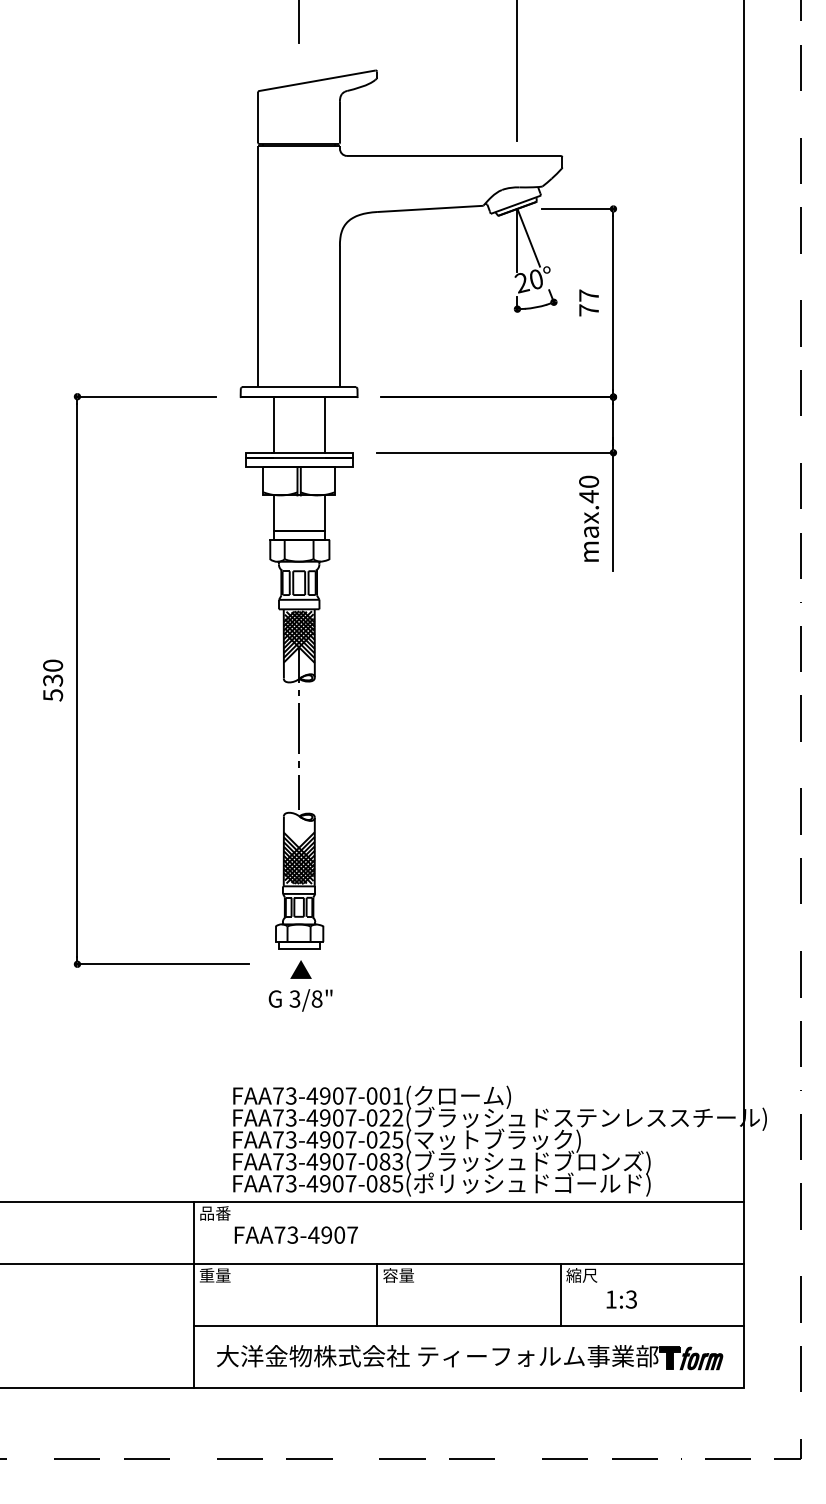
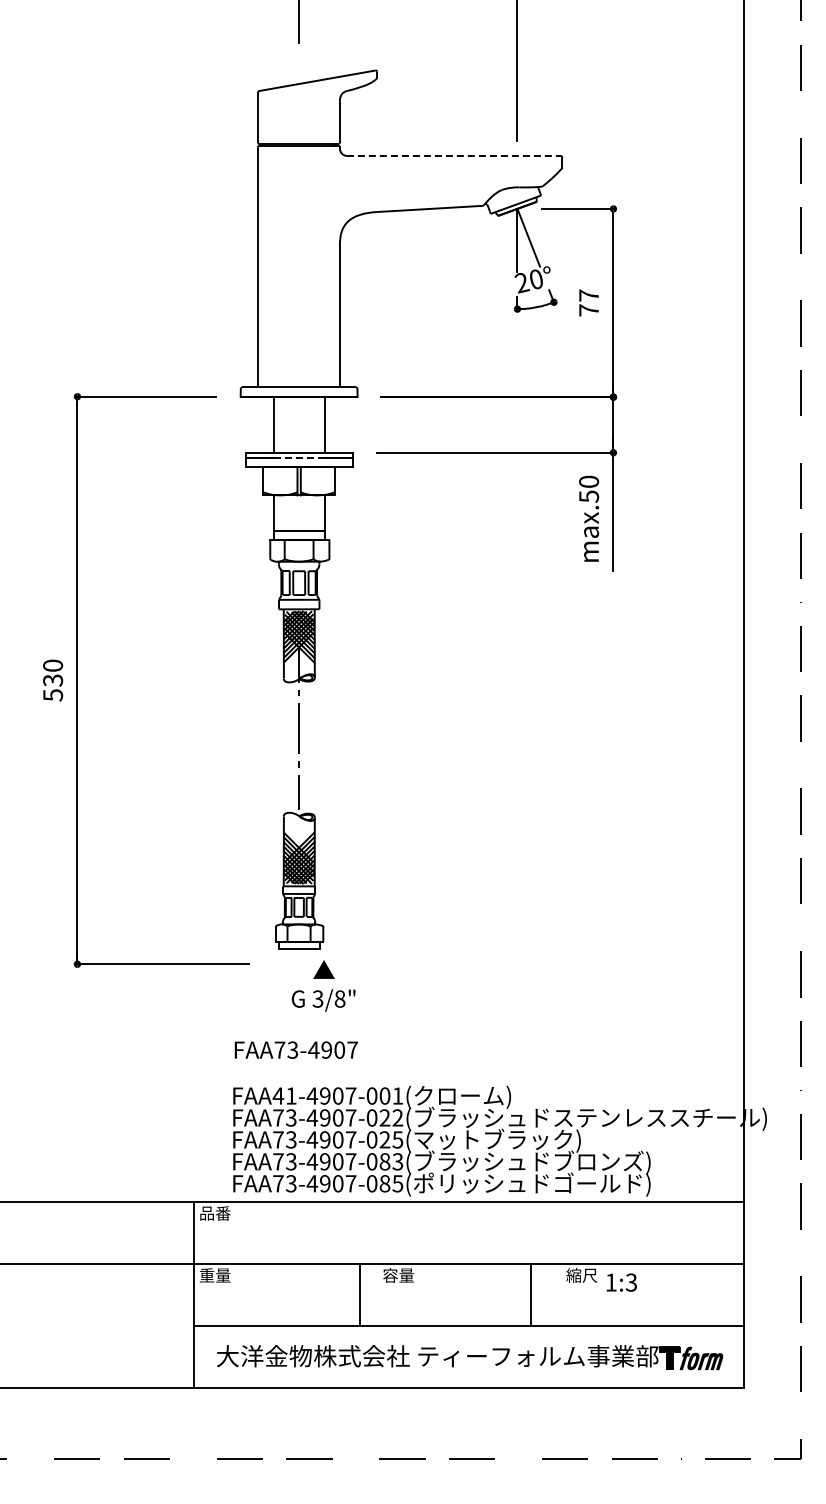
line at (453, 155): solid -> dashed
line at (299, 457): solid -> dashed
text at (589, 496): max.40 -> max.50
text at (300, 985) position: (300, 985) -> (323, 985)
text at (284, 1095): FAA73-4907-001( -> FAA41-4907-001(
text at (295, 1234) position: (295, 1234) -> (295, 1049)
line at (377, 1294) position: (377, 1294) -> (360, 1294)
line at (560, 1294) position: (560, 1294) -> (530, 1294)
text at (621, 1299) position: (621, 1299) -> (621, 1282)
